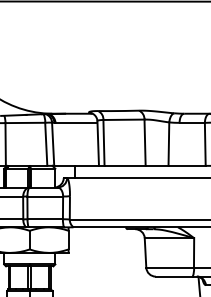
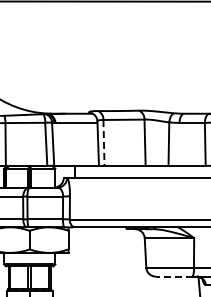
line at (103, 142): solid -> dashed
line at (173, 276): solid -> dashed
